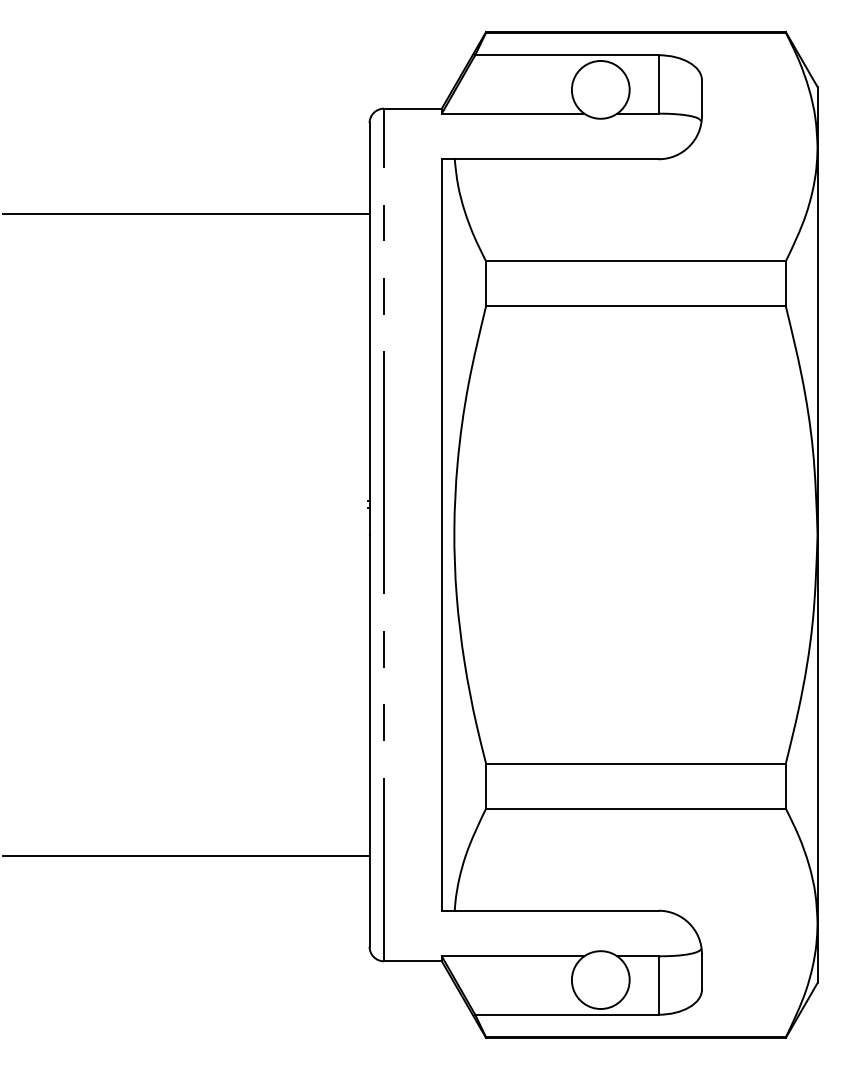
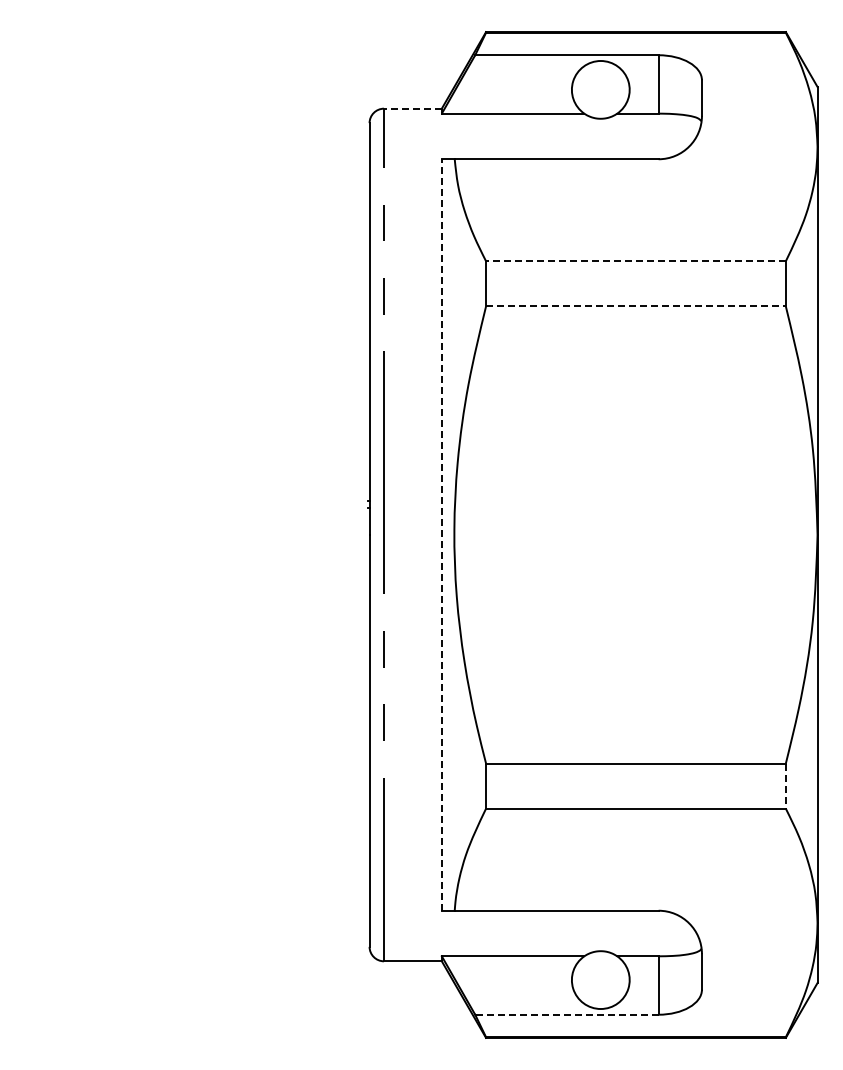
line at (412, 108): solid -> dashed
line at (185, 214): present -> none
line at (635, 261): solid -> dashed
line at (635, 306): solid -> dashed
line at (441, 535): solid -> dashed
line at (785, 786): solid -> dashed
line at (185, 855): present -> none
line at (566, 1014): solid -> dashed
